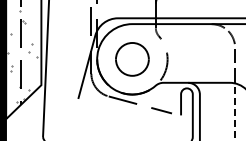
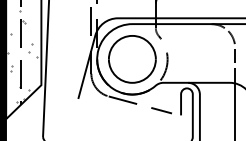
part at (132, 59) size: 35x35 px -> 49x49 px
line at (235, 111): dashed -> solid
